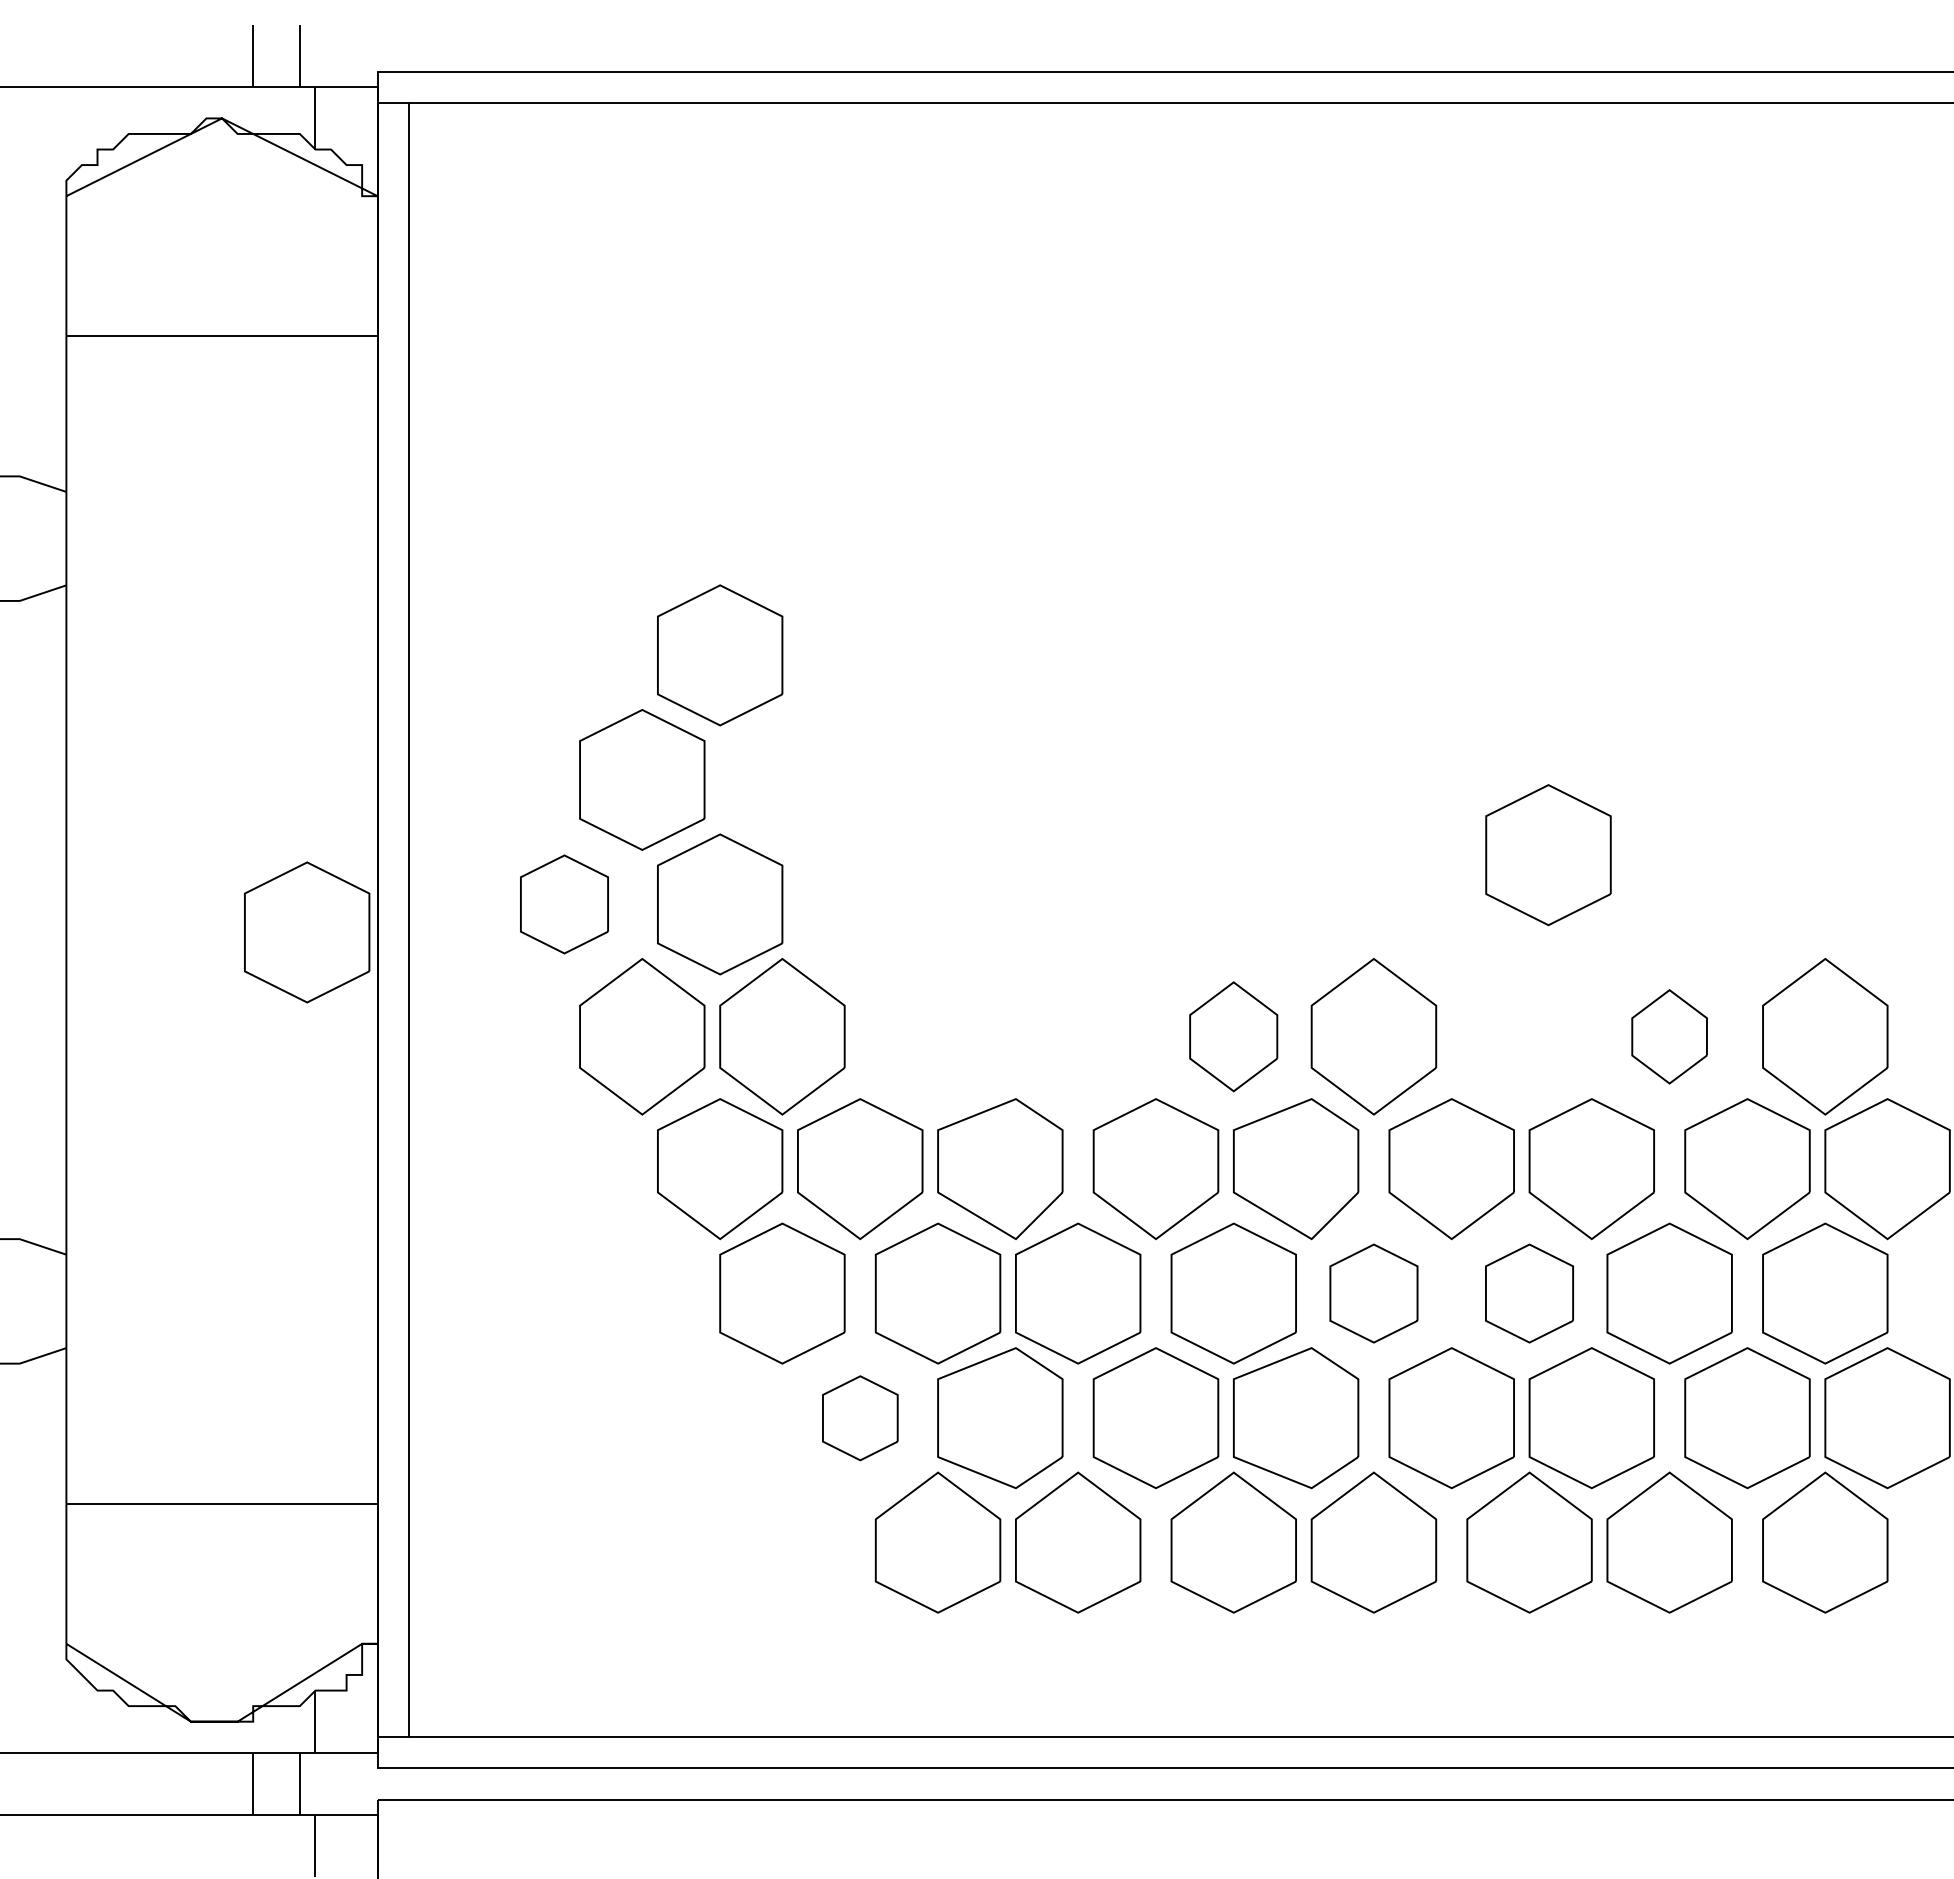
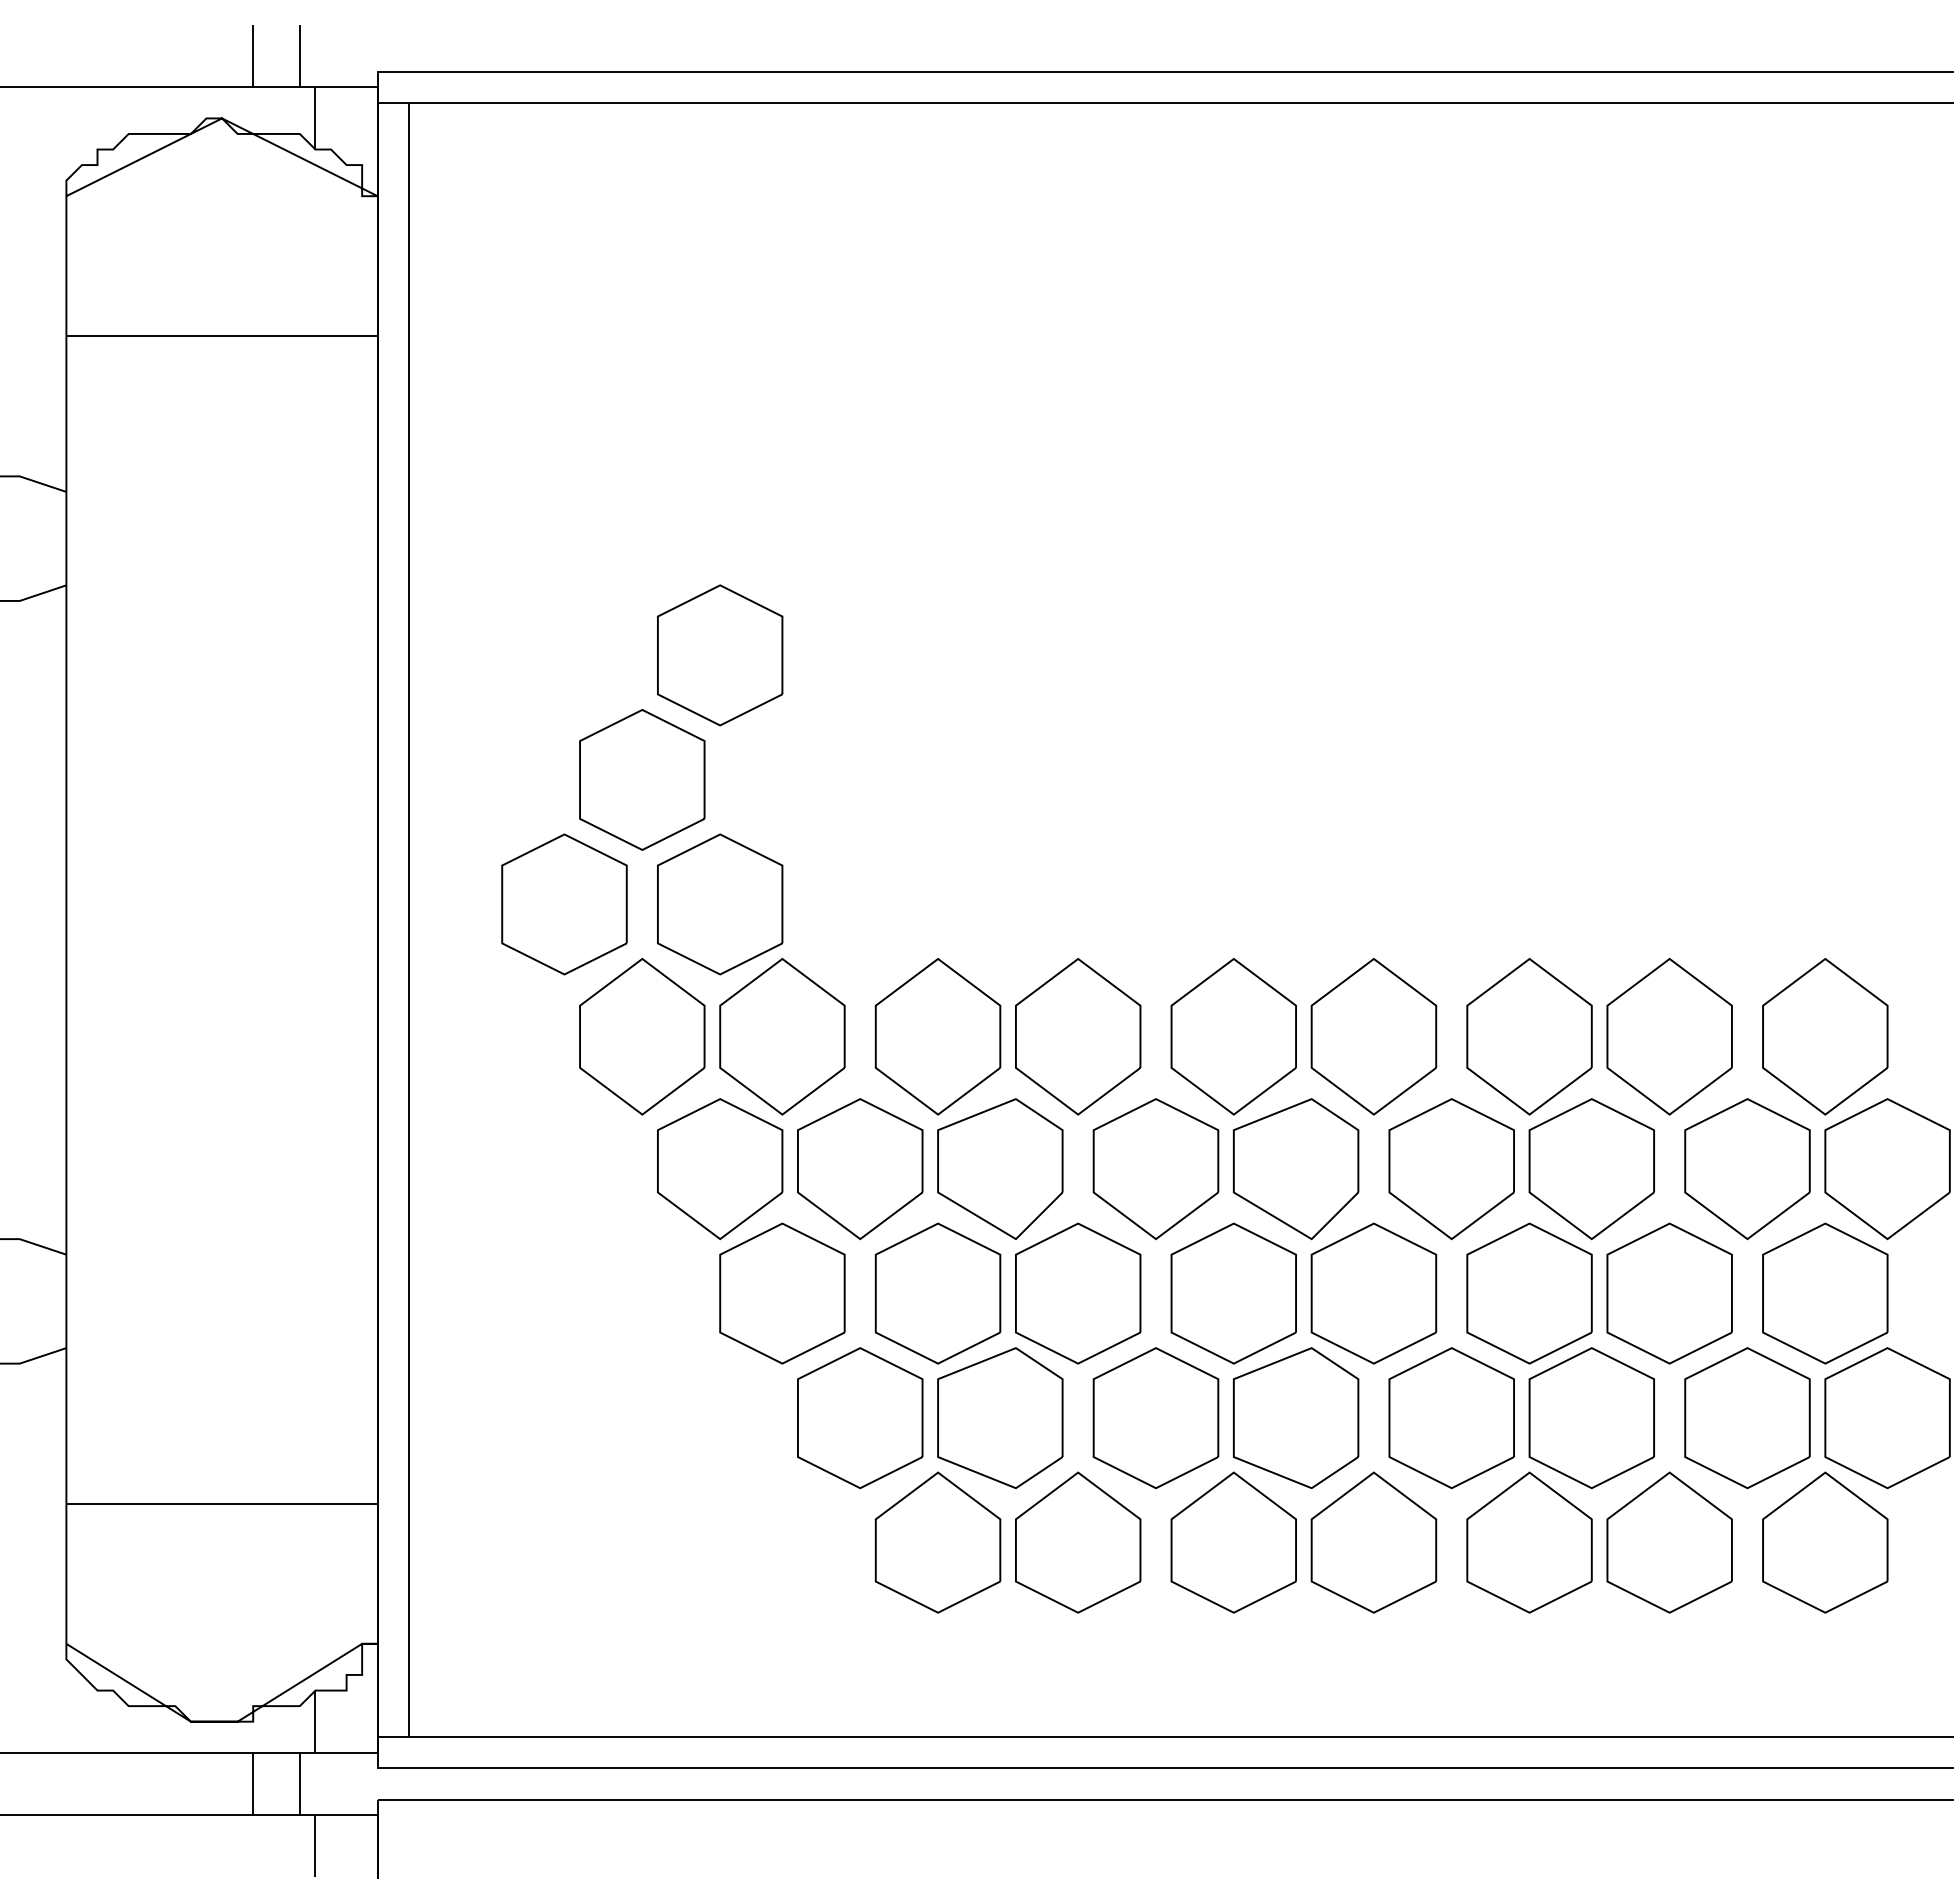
part at (1548, 855): present -> none
part at (564, 904) size: 89x101 px -> 127x143 px
part at (307, 932): present -> none
part at (937, 1036): none -> present
part at (1078, 1036): none -> present
part at (1233, 1036) size: 90x112 px -> 127x158 px
part at (1529, 1036): none -> present
part at (1669, 1036) size: 77x96 px -> 127x158 px
part at (1373, 1293) size: 90x101 px -> 128x143 px
part at (1529, 1293) size: 89x101 px -> 127x143 px
part at (860, 1418) size: 77x87 px -> 127x143 px
